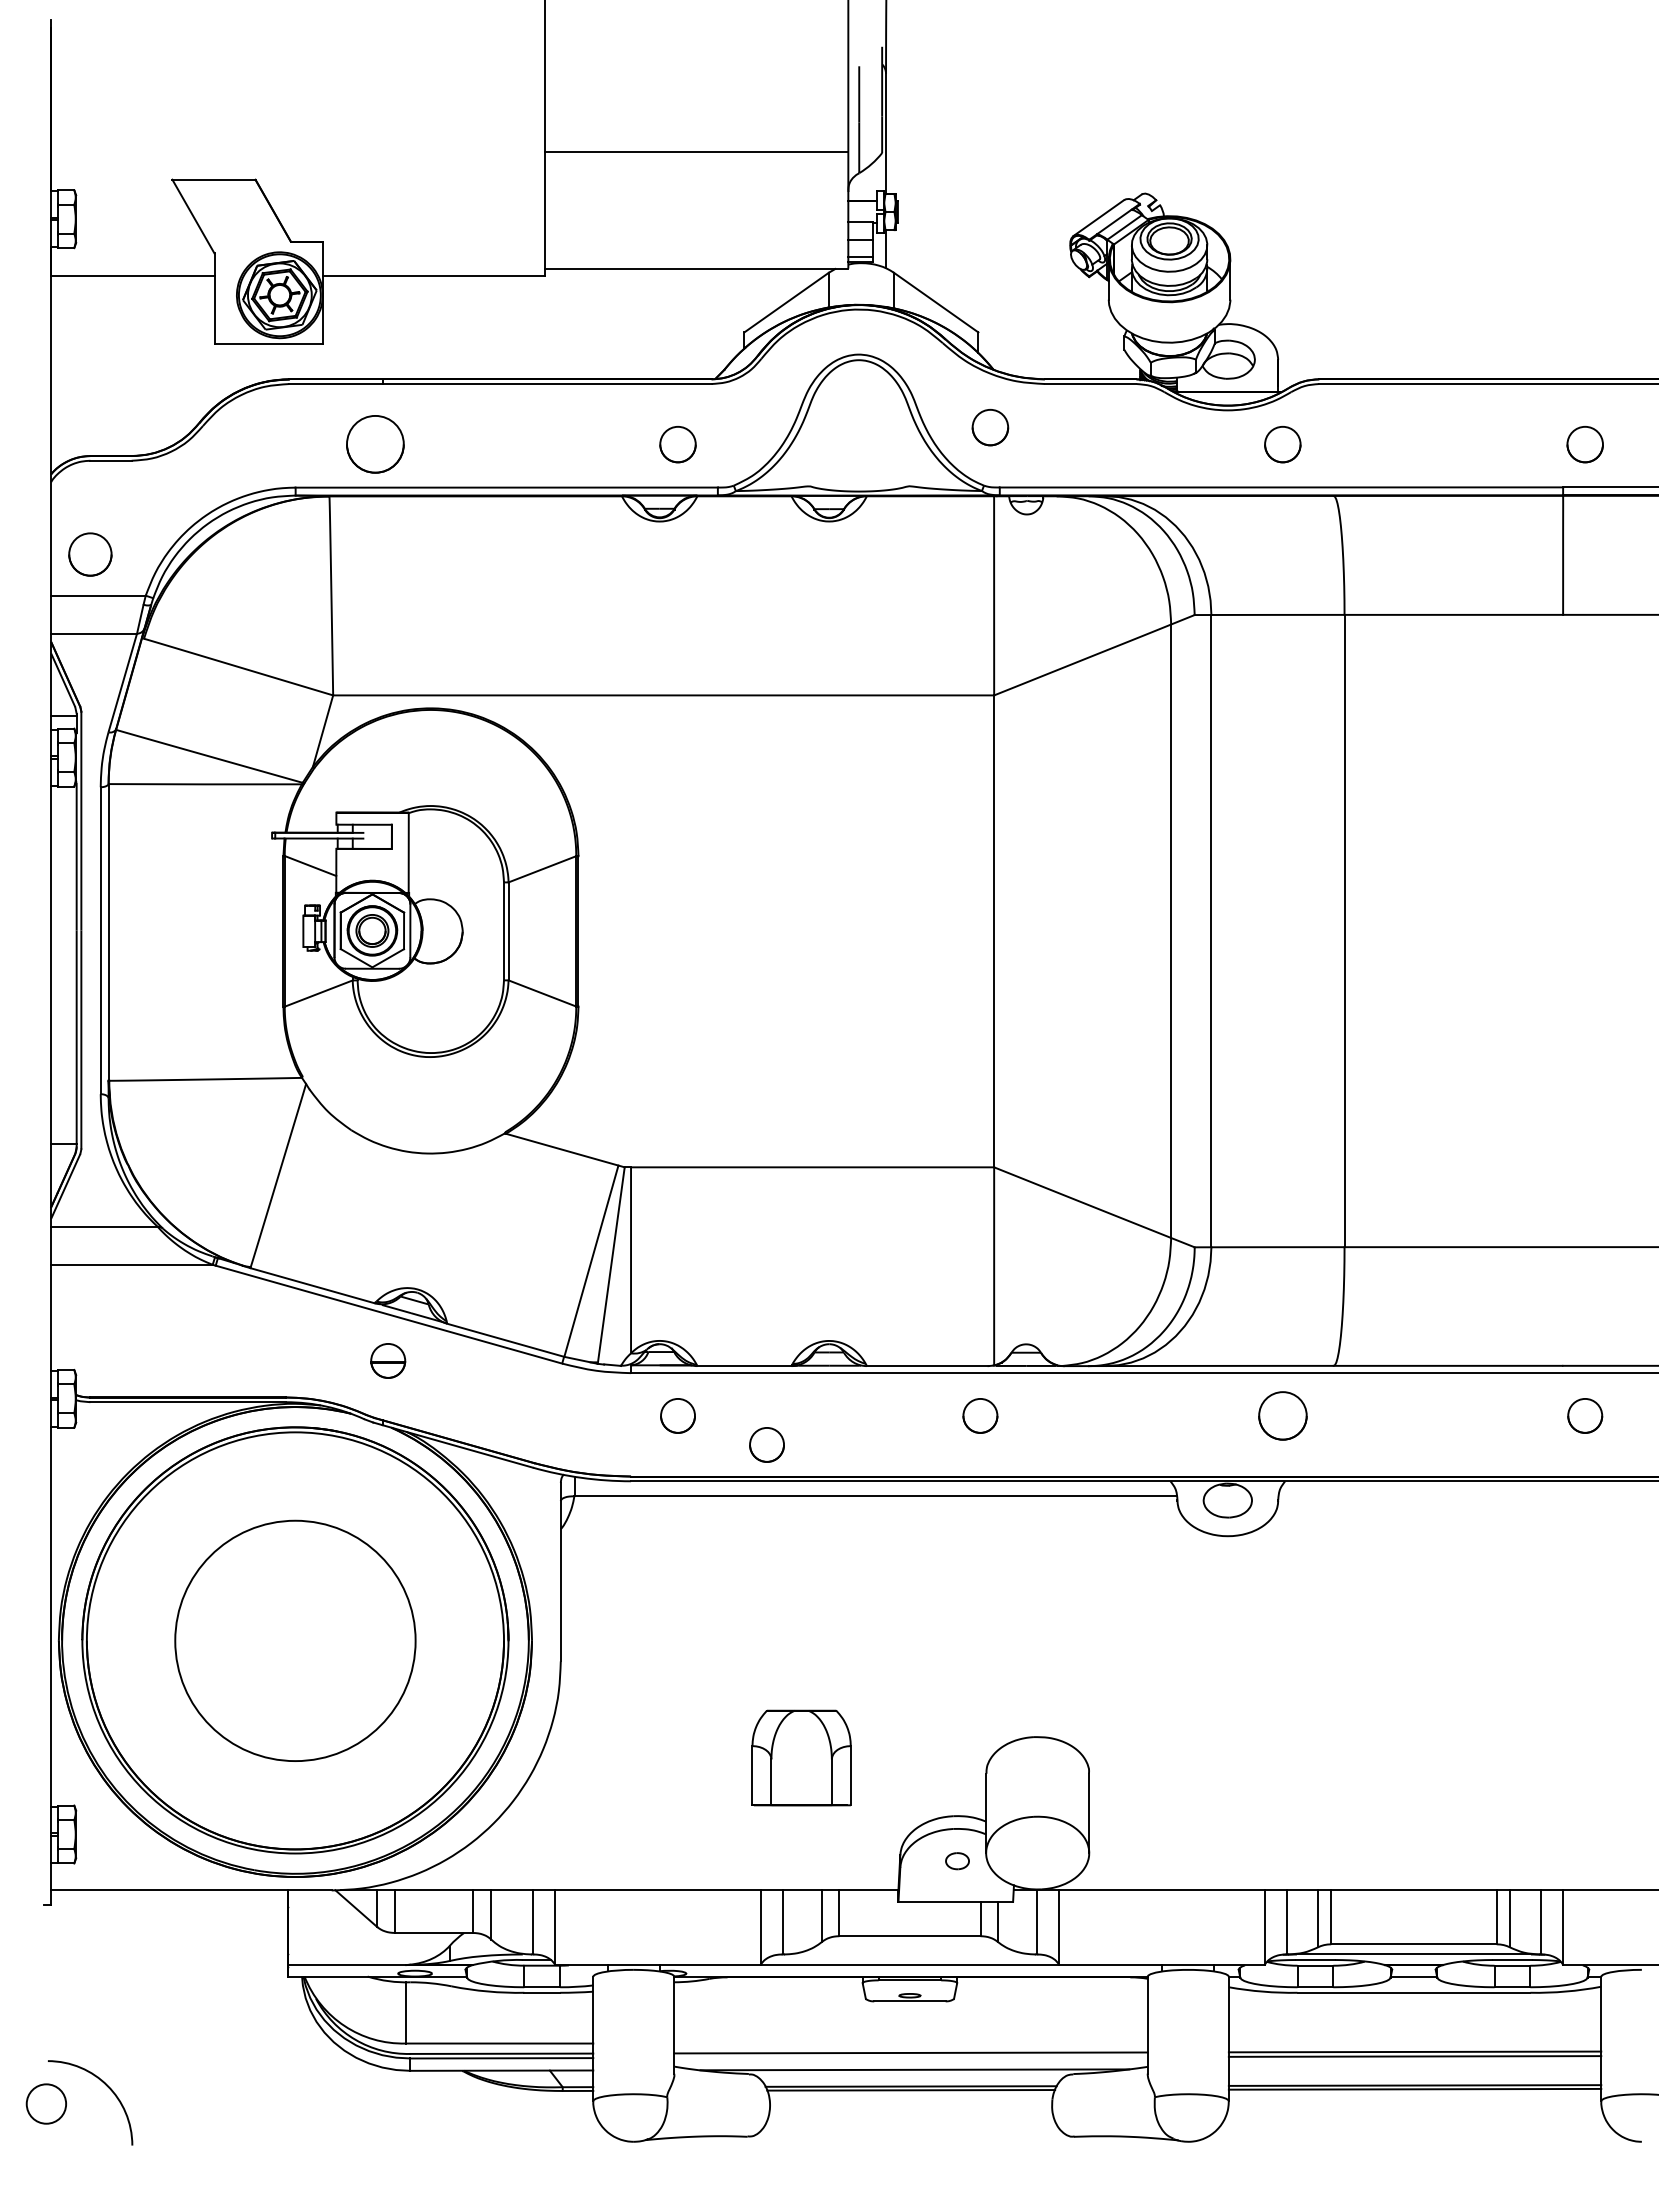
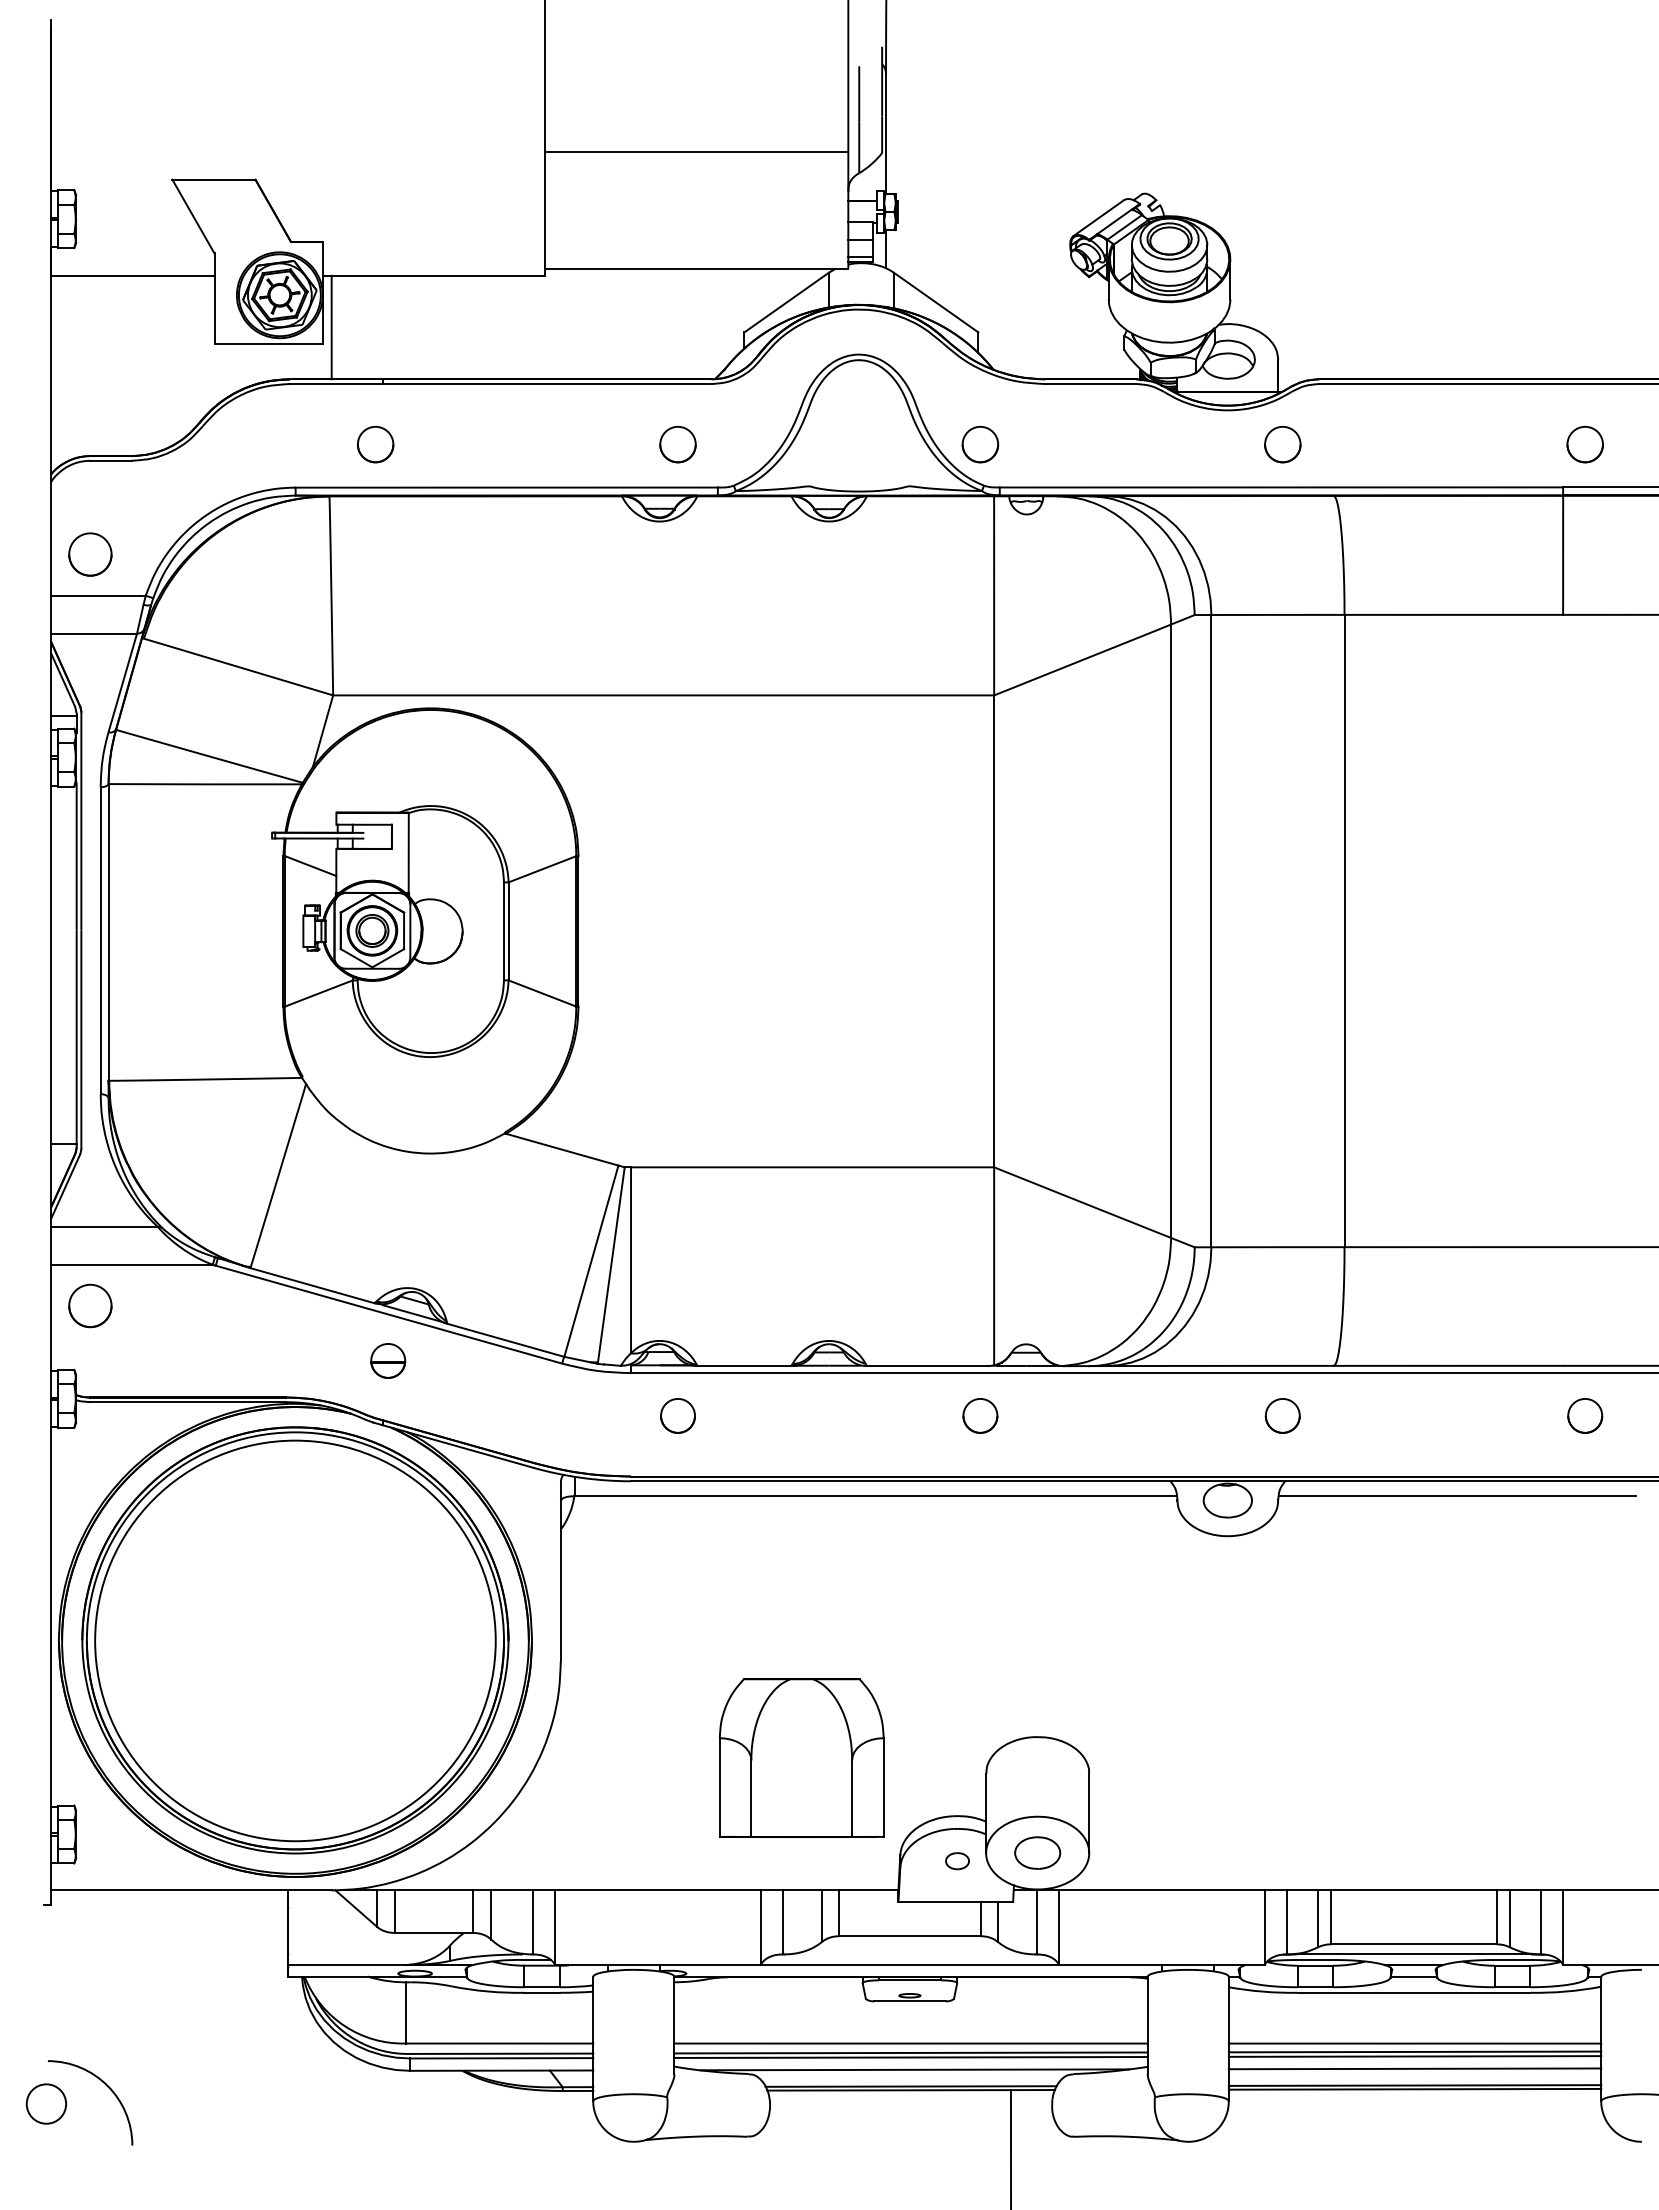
line at (331, 327): none -> present
part at (990, 427) position: (990, 427) -> (980, 444)
circle at (375, 444) size: 59x59 px -> 38x38 px
part at (90, 1305): none -> present
part at (1282, 1415) size: 50x50 px -> 37x36 px
circle at (766, 1444): present -> none
line at (1456, 1496): none -> present
circle at (295, 1640) diameter: 240 px -> 401 px
part at (801, 1757) size: 101x98 px -> 167x160 px
part at (1037, 1852): none -> present
line at (910, 2043): none -> present
line at (1414, 2043): none -> present
line at (910, 2057): none -> present
line at (1414, 2068): none -> present
line at (1010, 2148): none -> present
